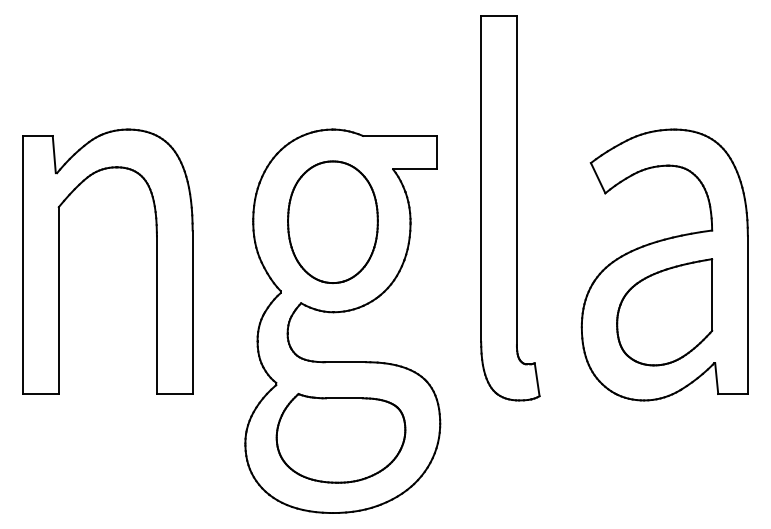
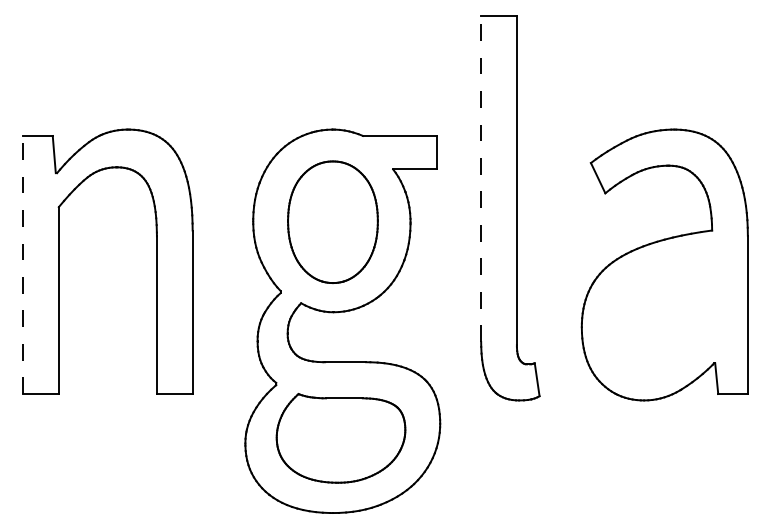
line at (481, 178): solid -> dashed
line at (23, 264): solid -> dashed
part at (664, 312): present -> none
